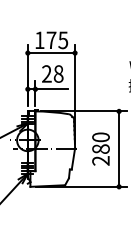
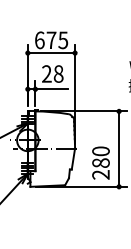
text at (39, 40): 175 -> 675
text at (100, 148) position: (100, 148) -> (100, 162)
